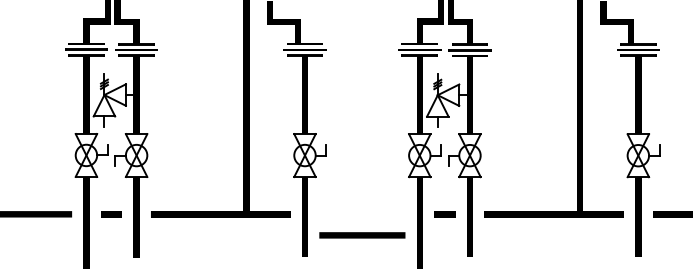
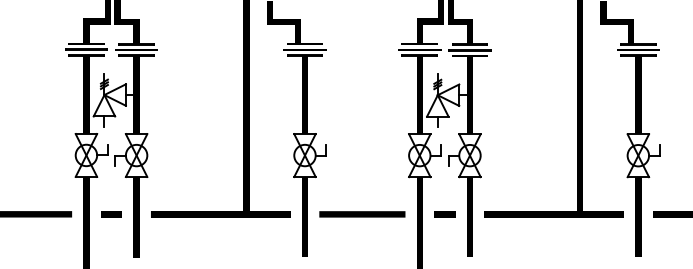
line at (362, 235) position: (362, 235) -> (362, 214)
